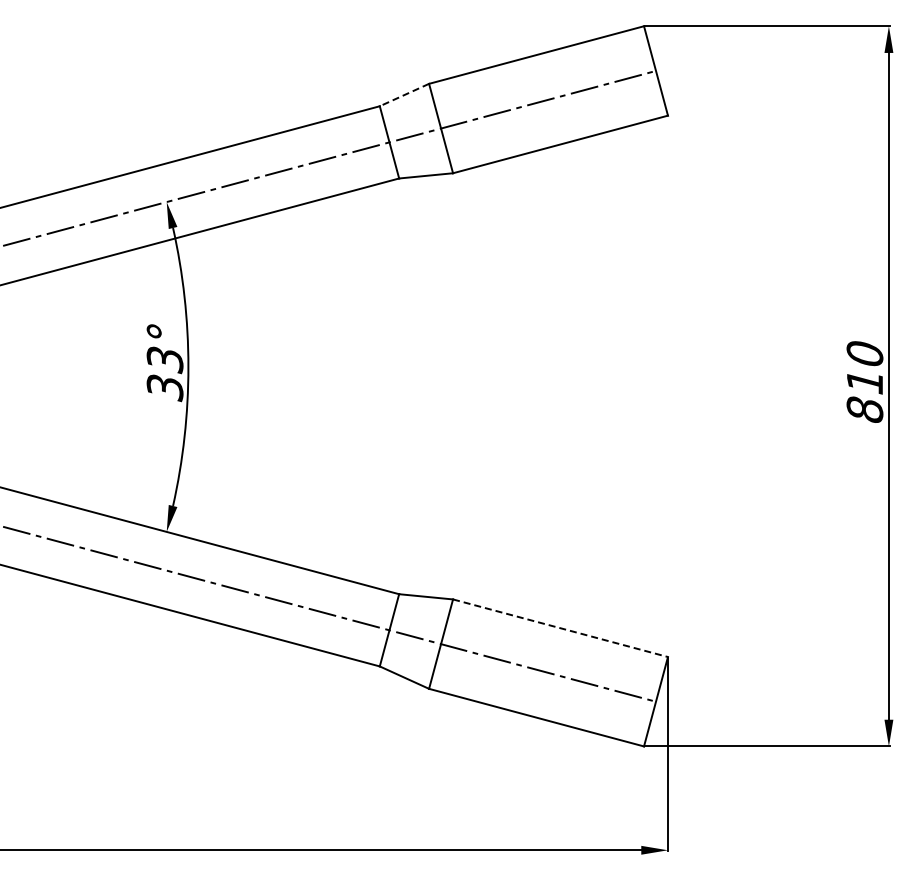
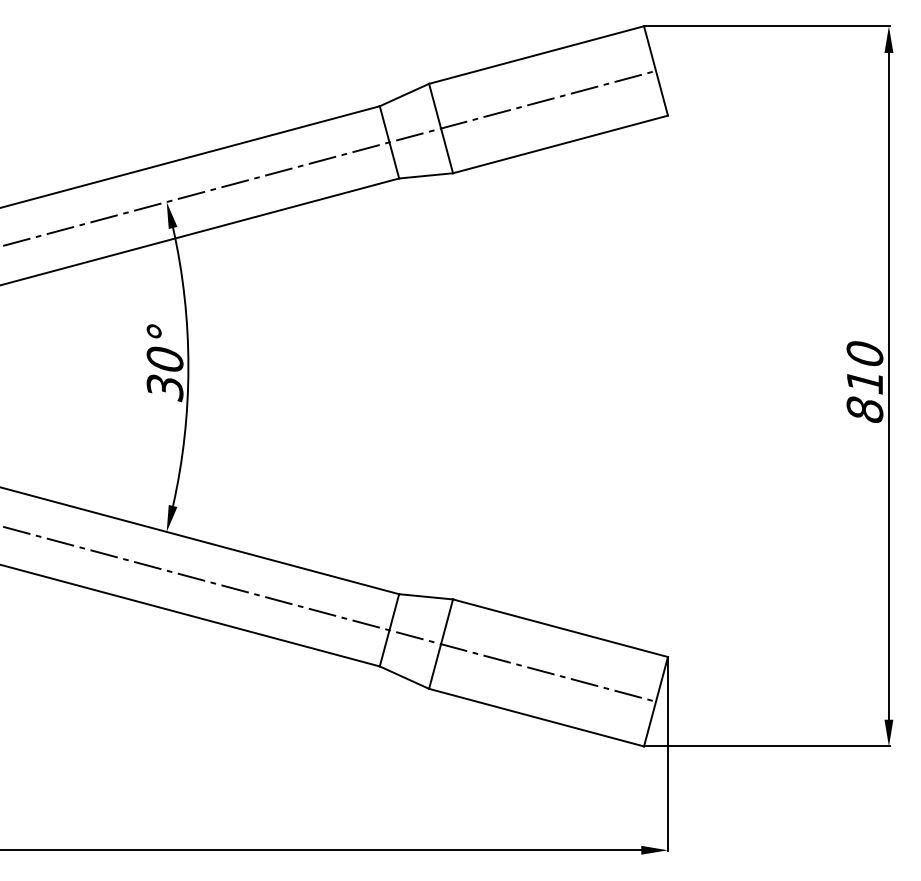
line at (404, 95): dashed -> solid
text at (164, 360): 33° -> 30°
line at (561, 628): dashed -> solid
